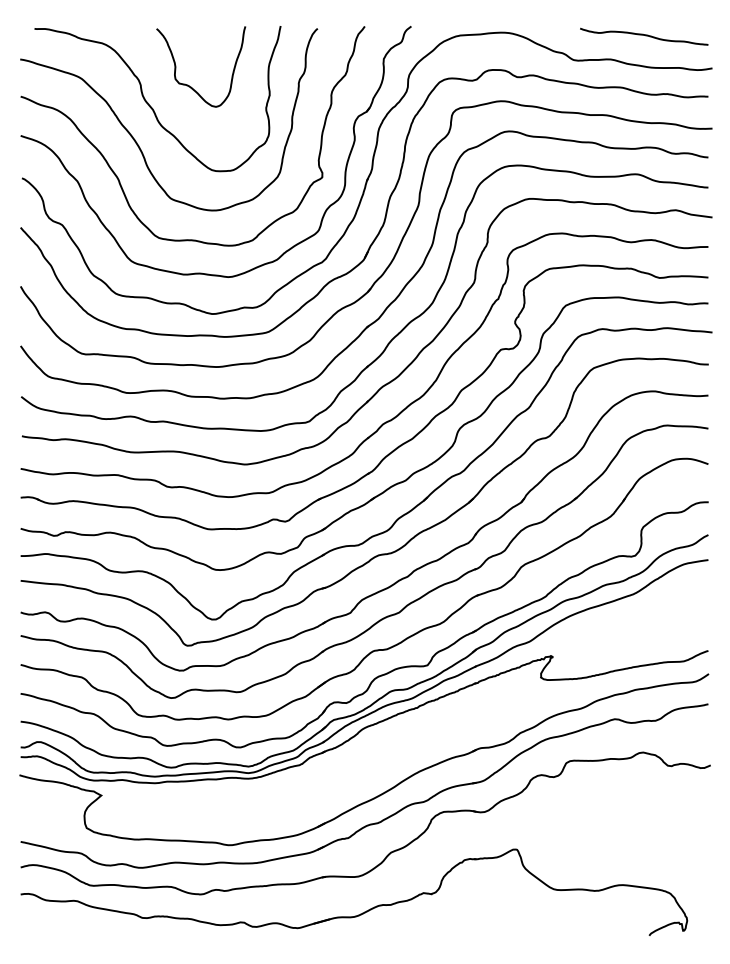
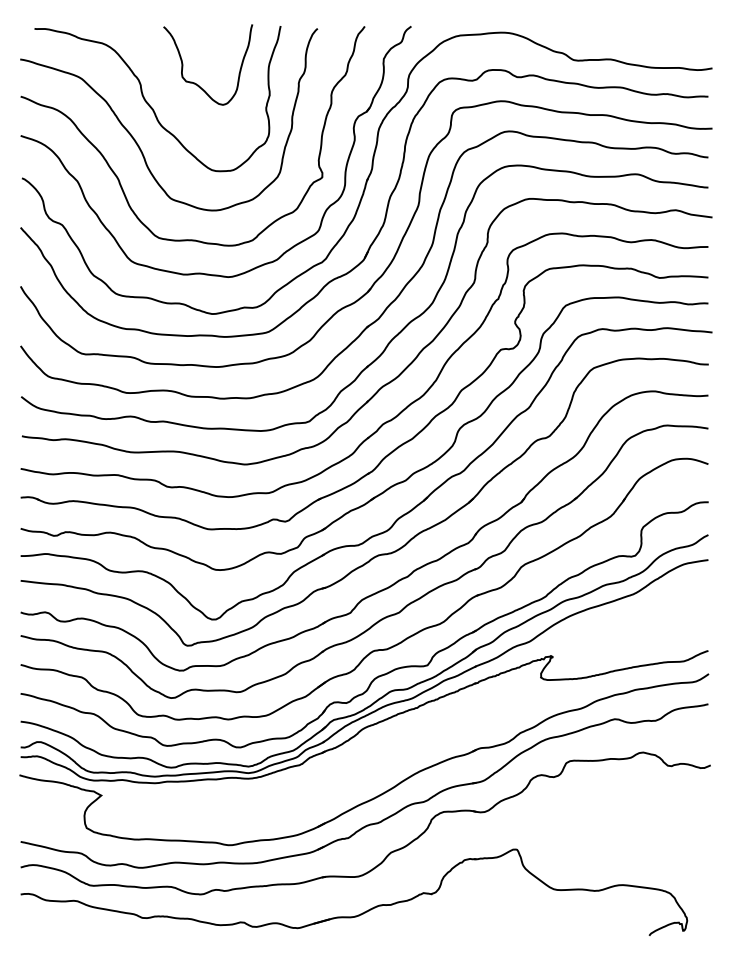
curve at (644, 35): present -> none
curve at (191, 86) position: (191, 86) -> (198, 84)
